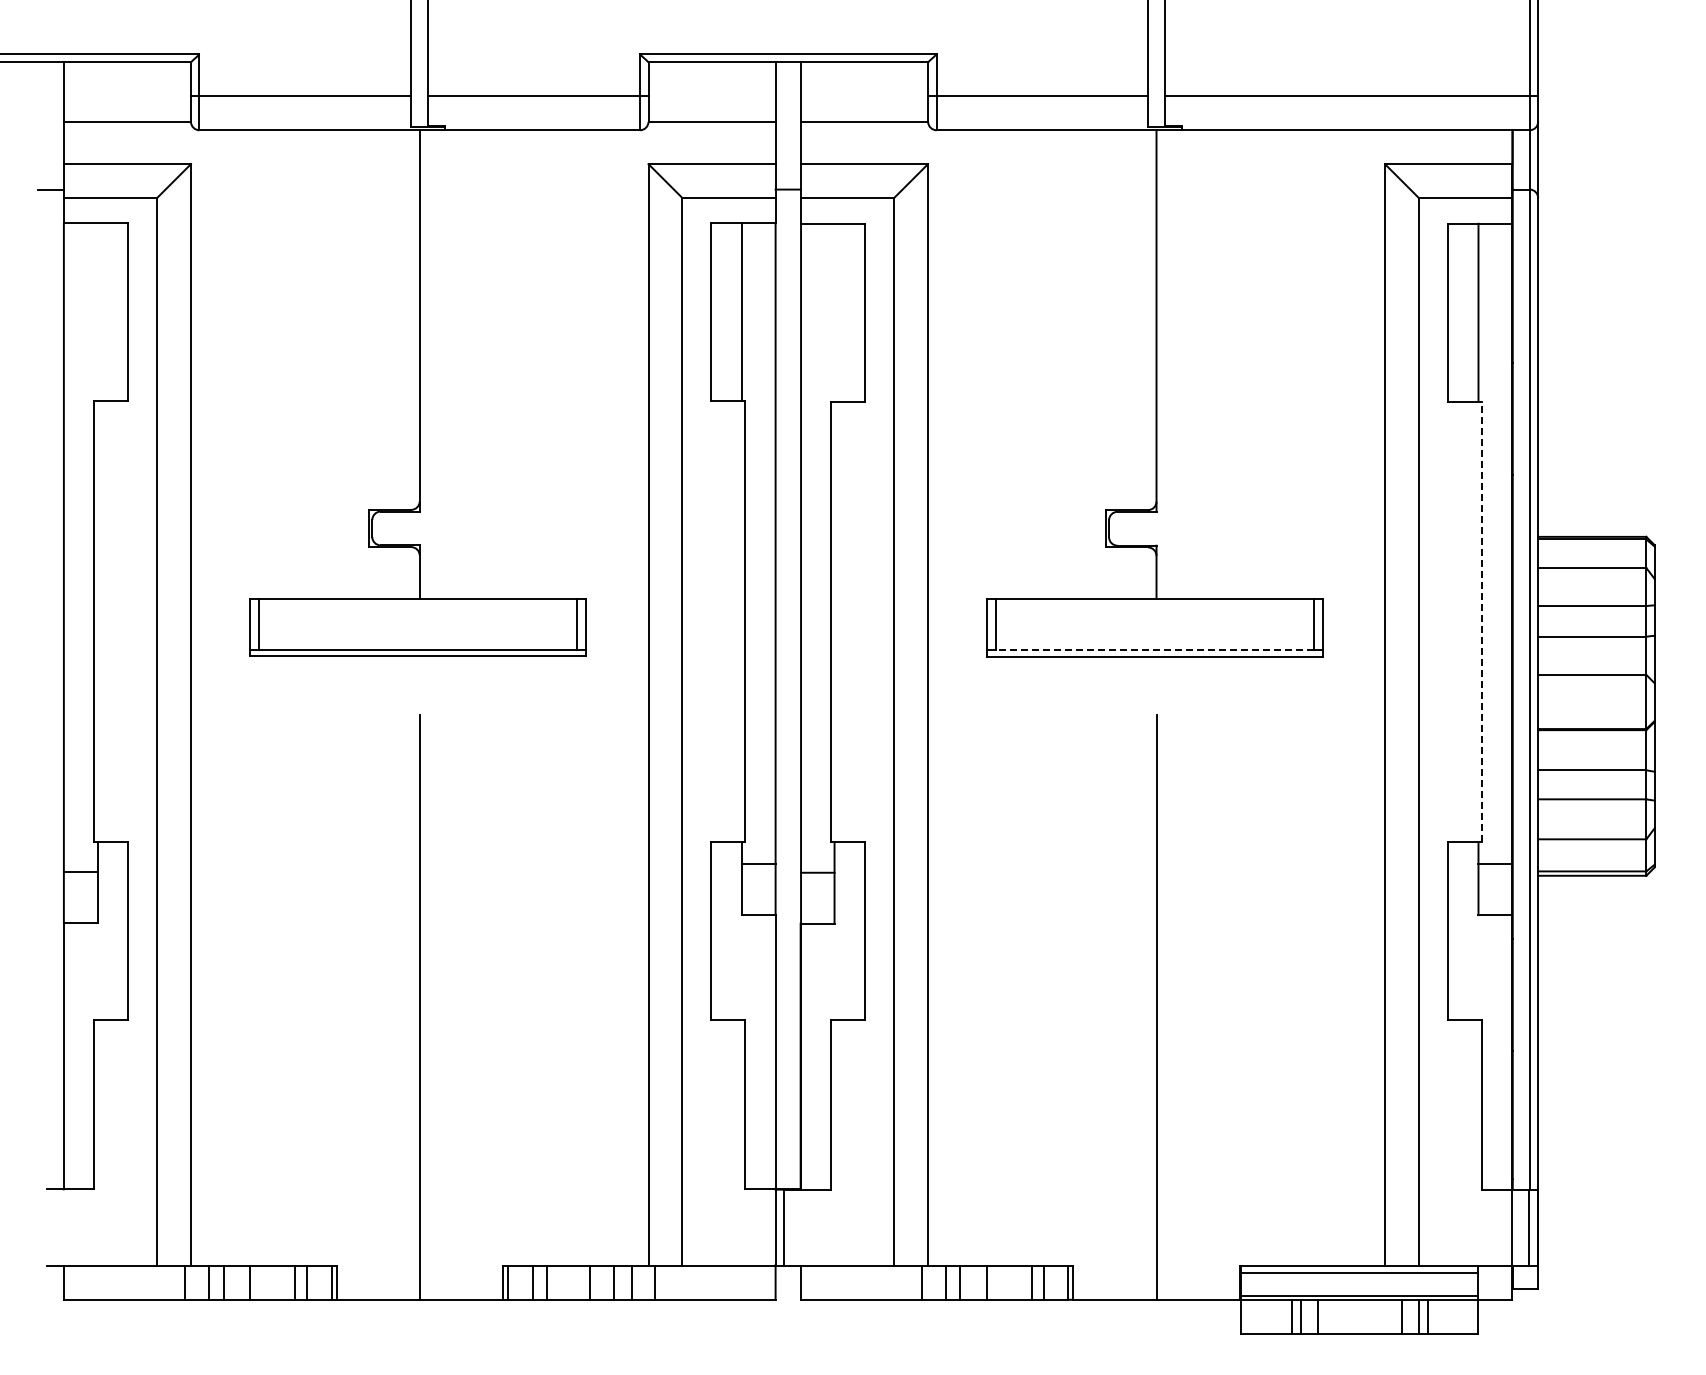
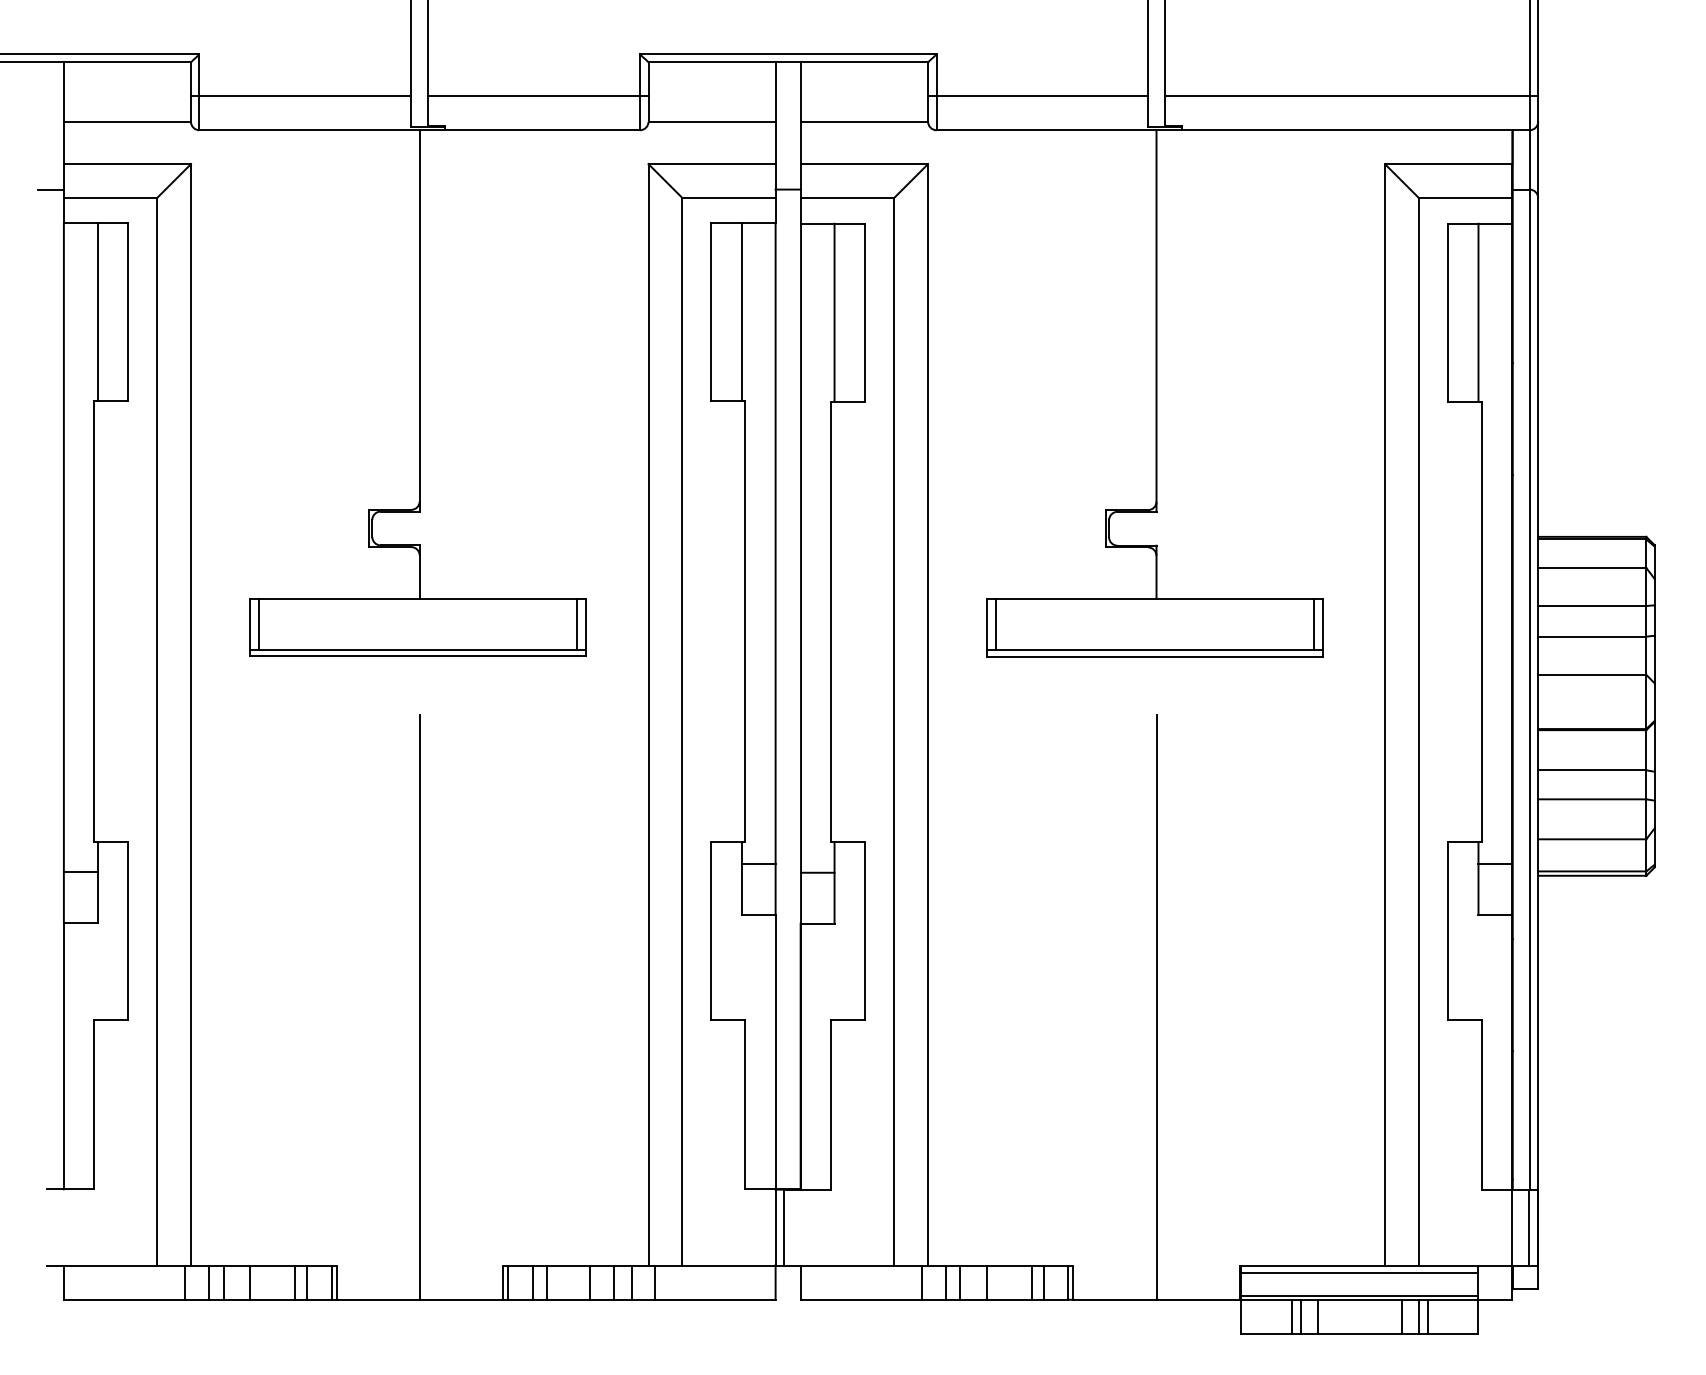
line at (97, 312): none -> present
line at (834, 312): none -> present
line at (1481, 621): dashed -> solid
line at (1154, 649): dashed -> solid
